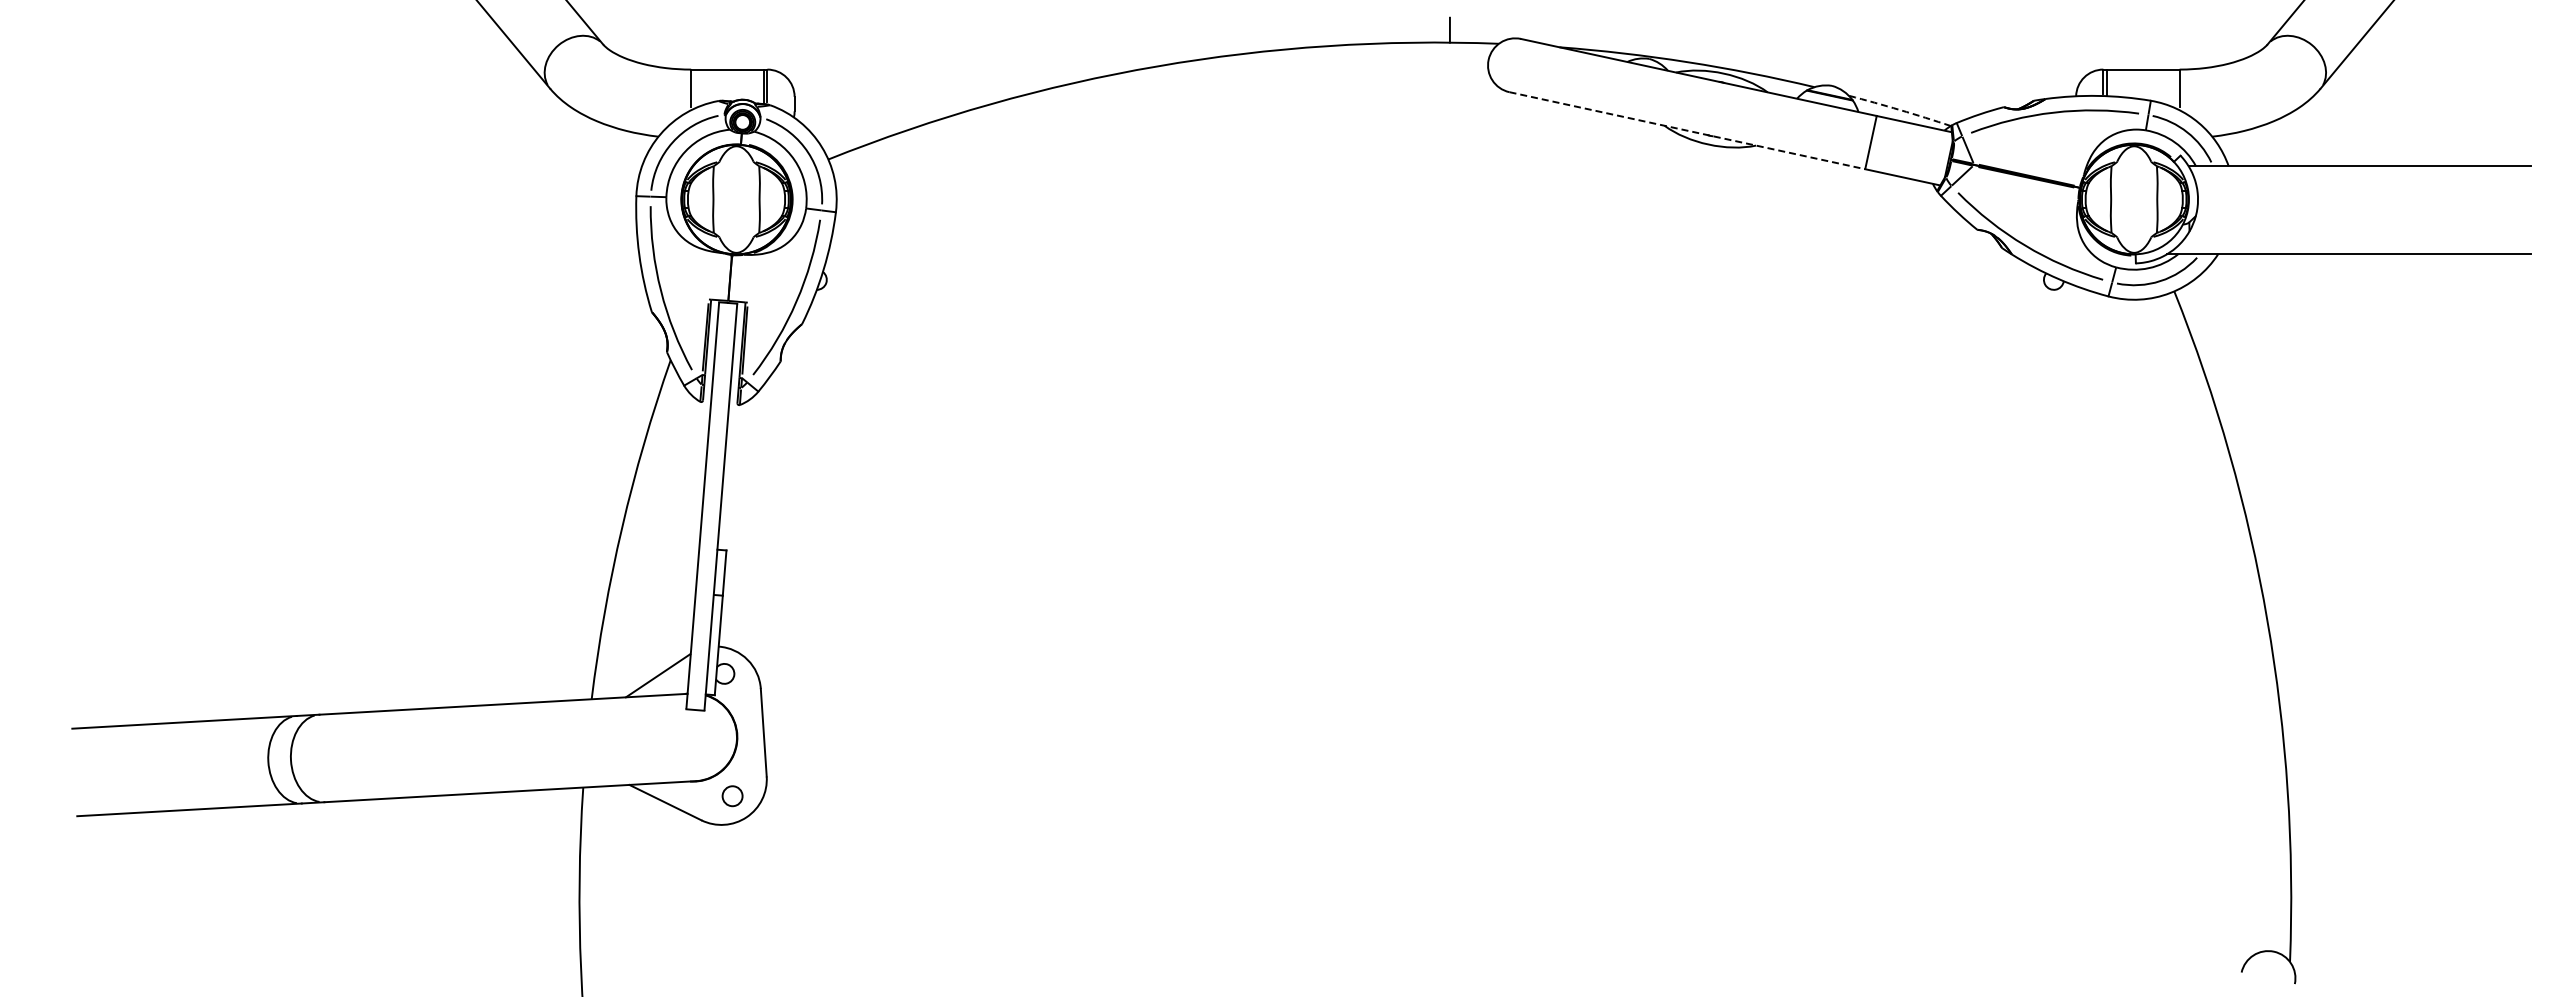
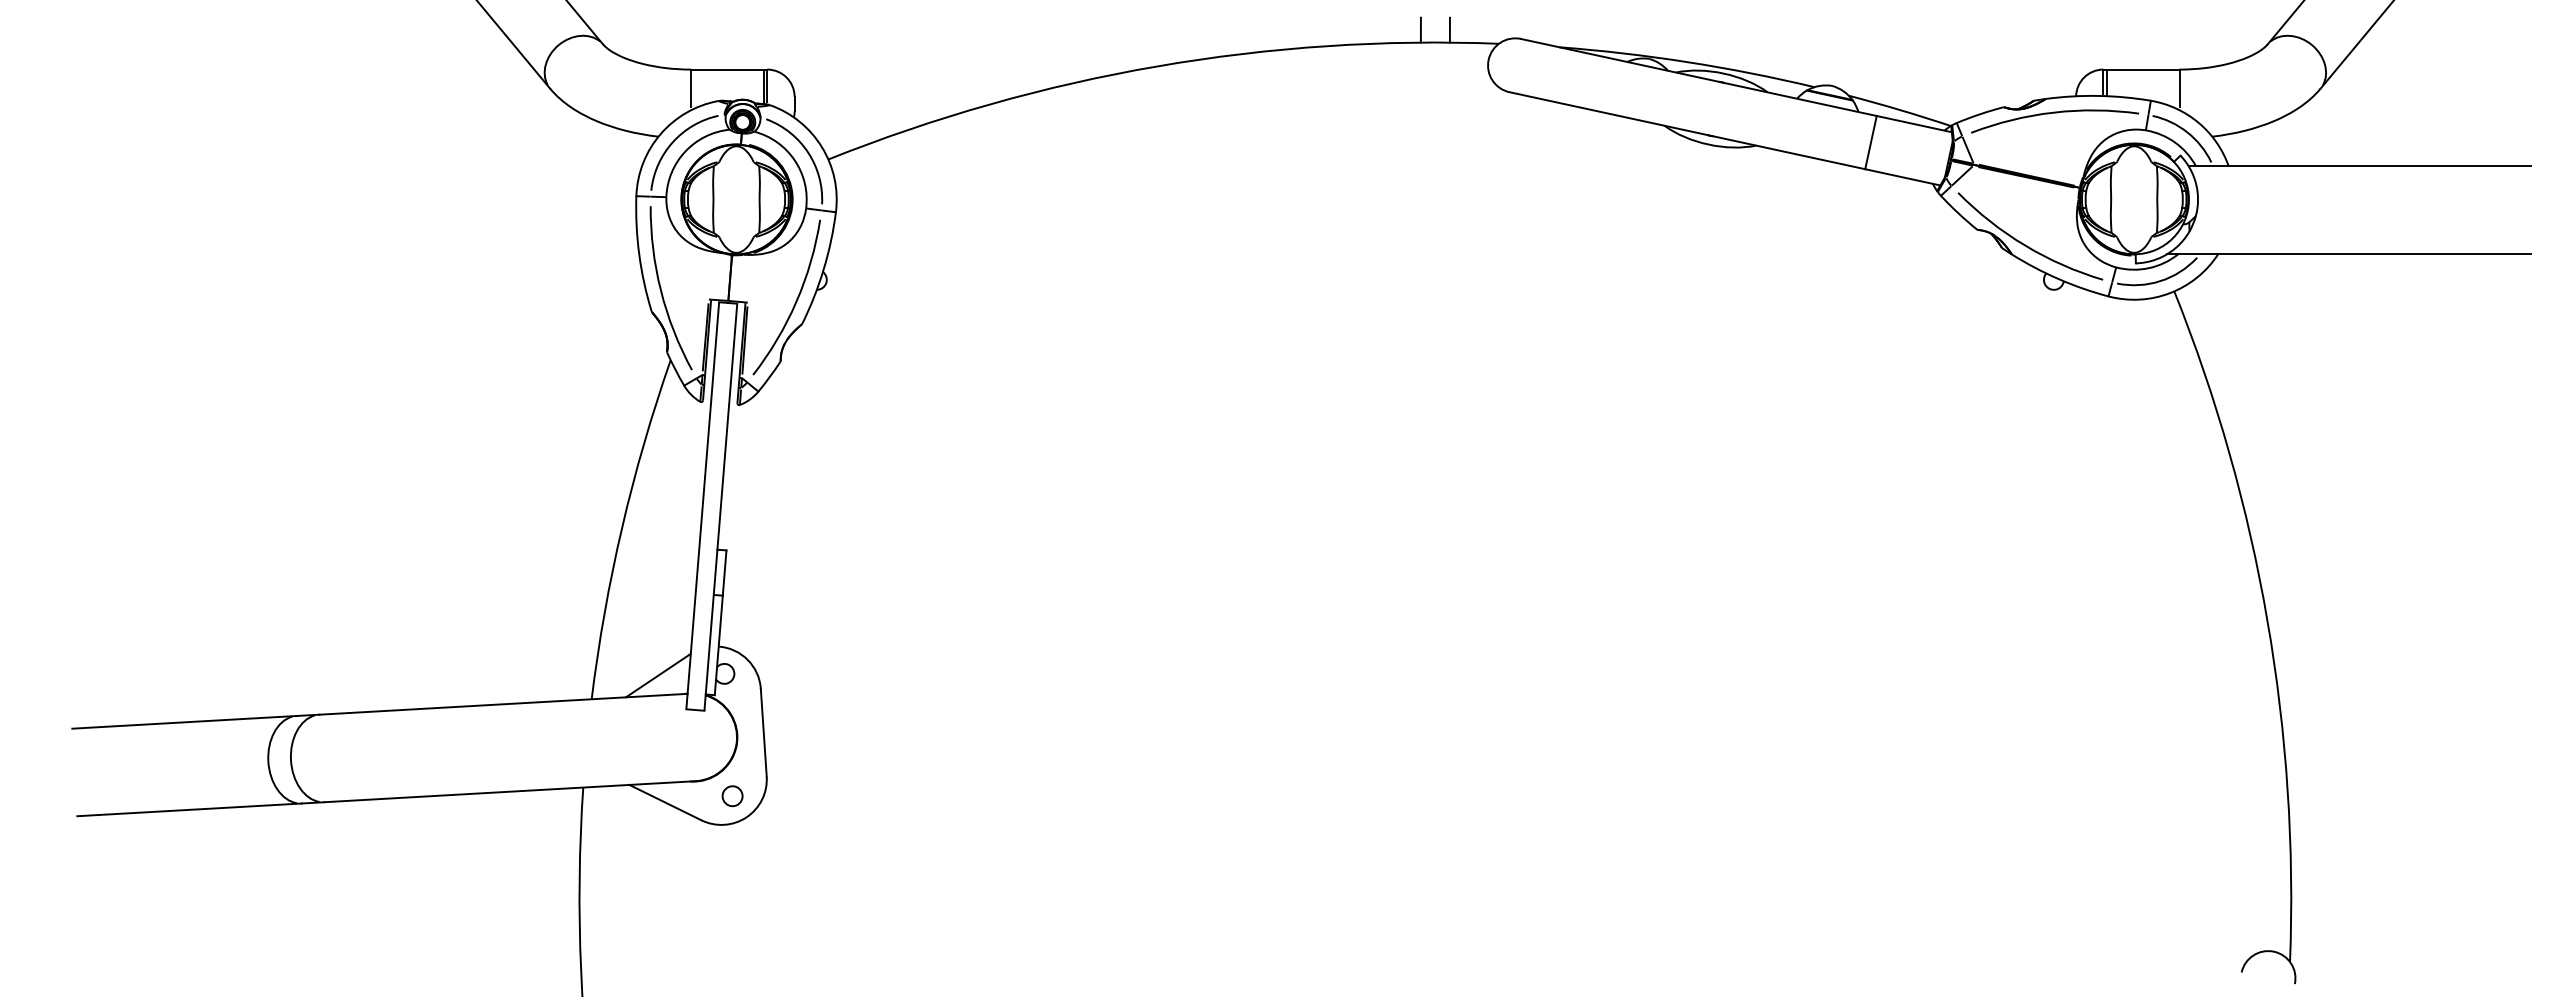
line at (1420, 29): none -> present
arc at (1900, 110): dashed -> solid
line at (1687, 130): dashed -> solid
